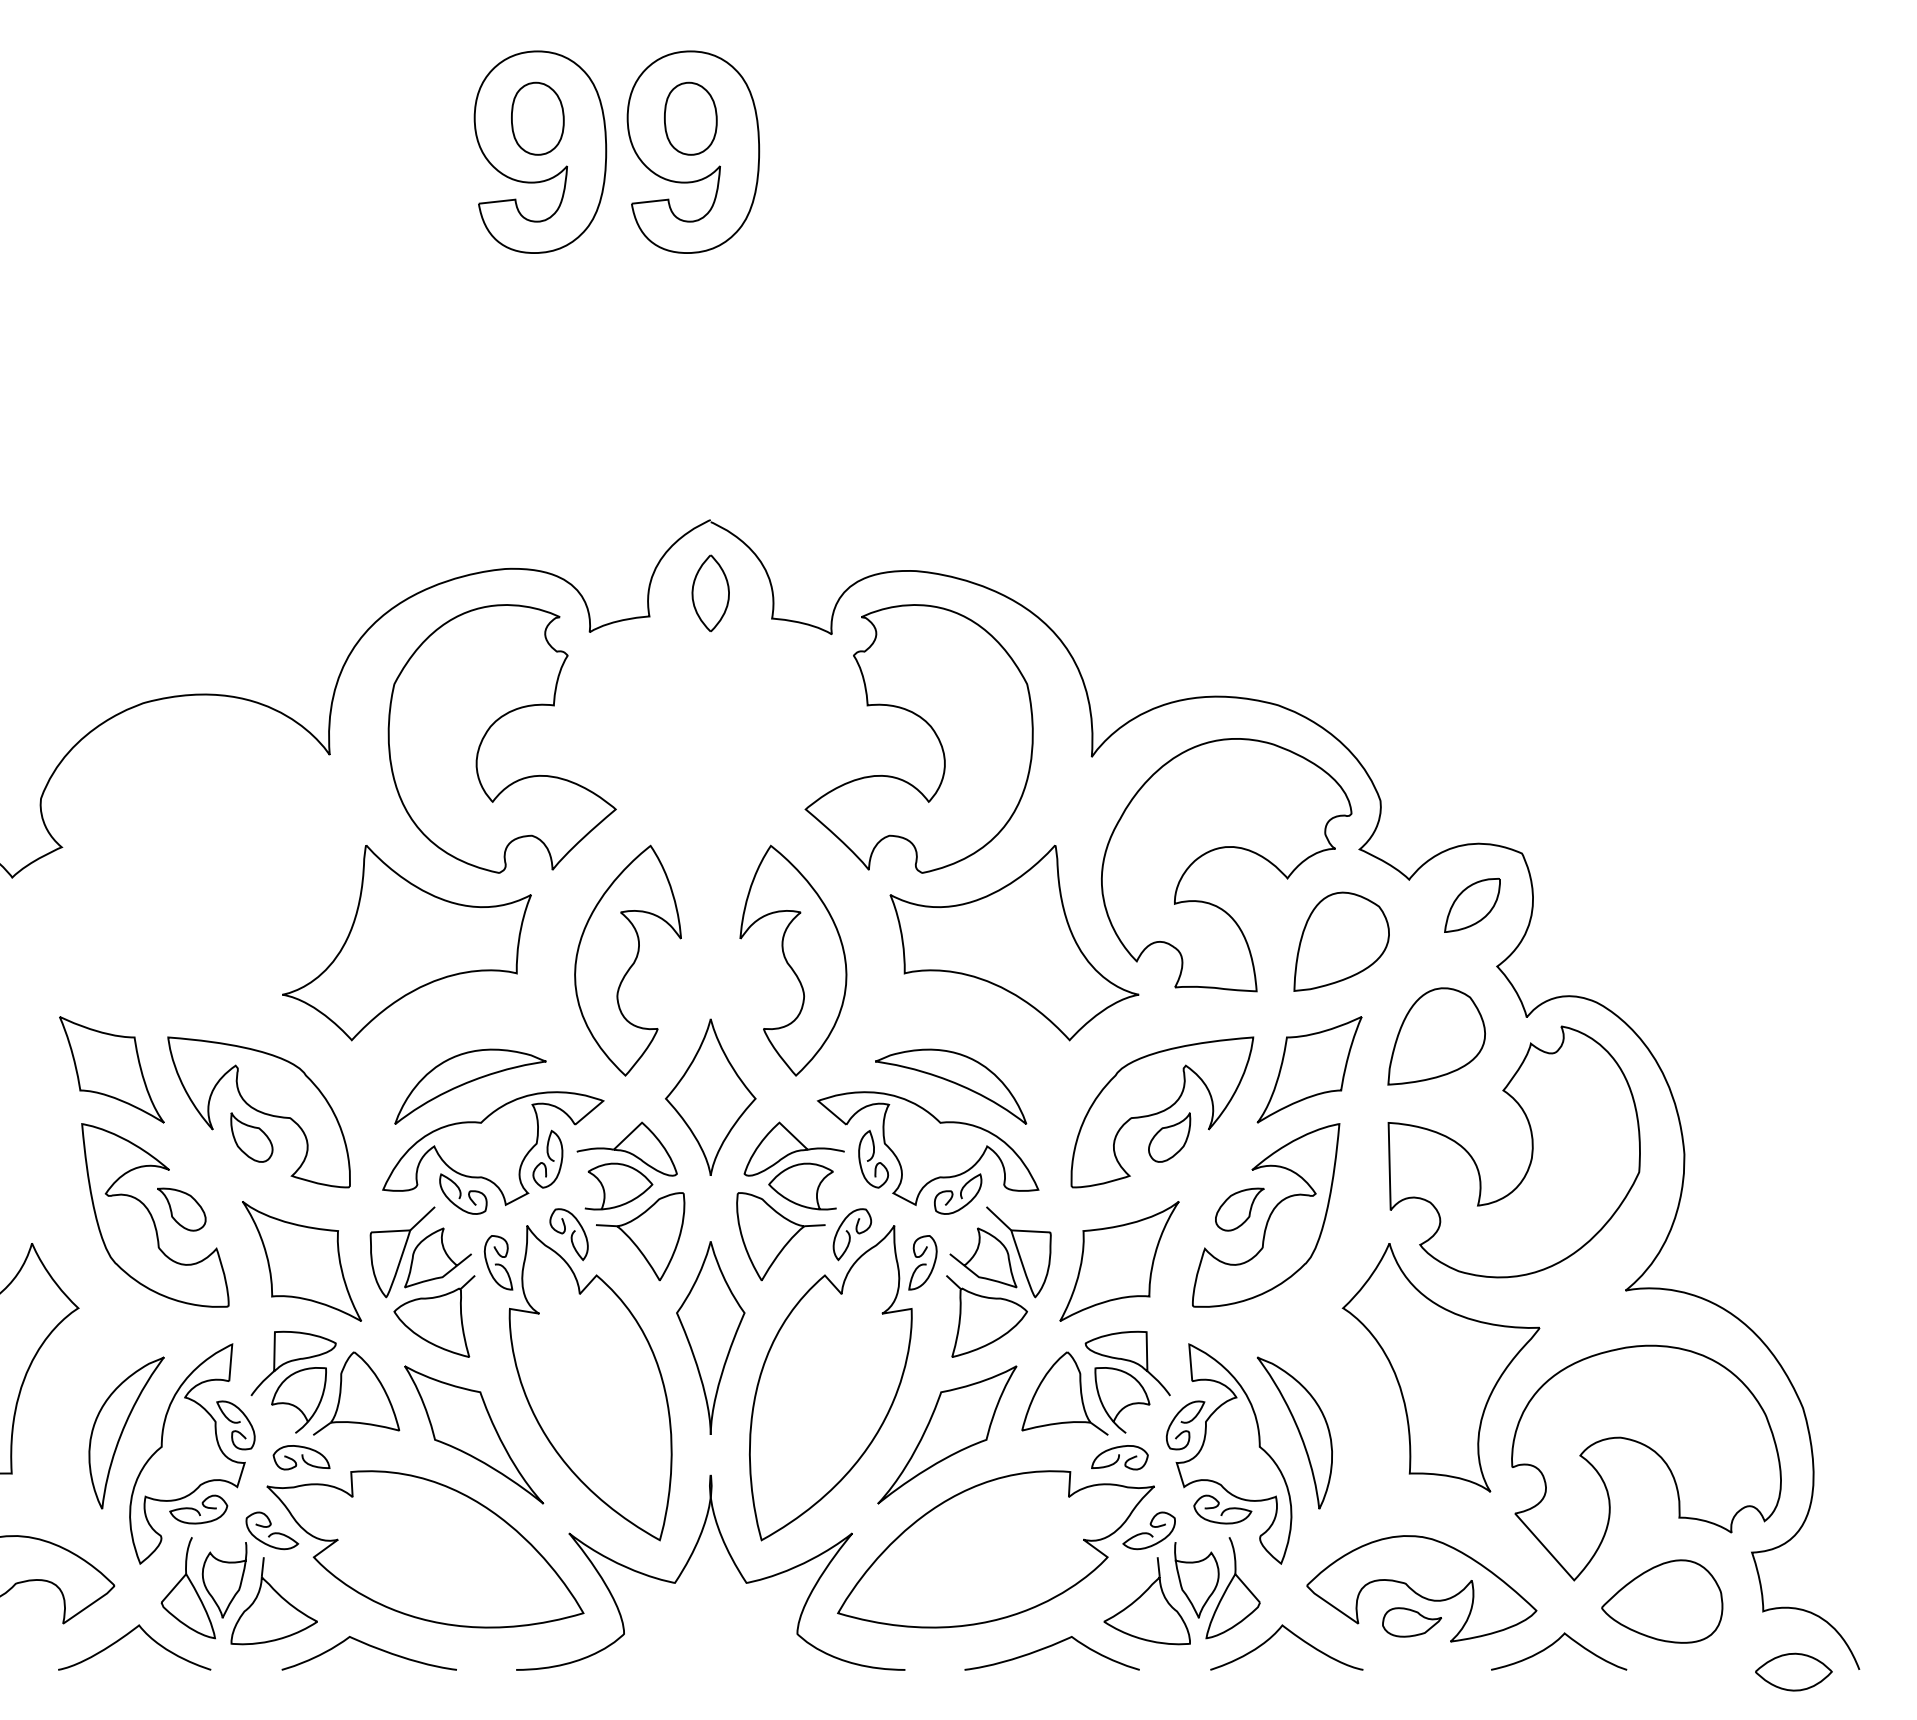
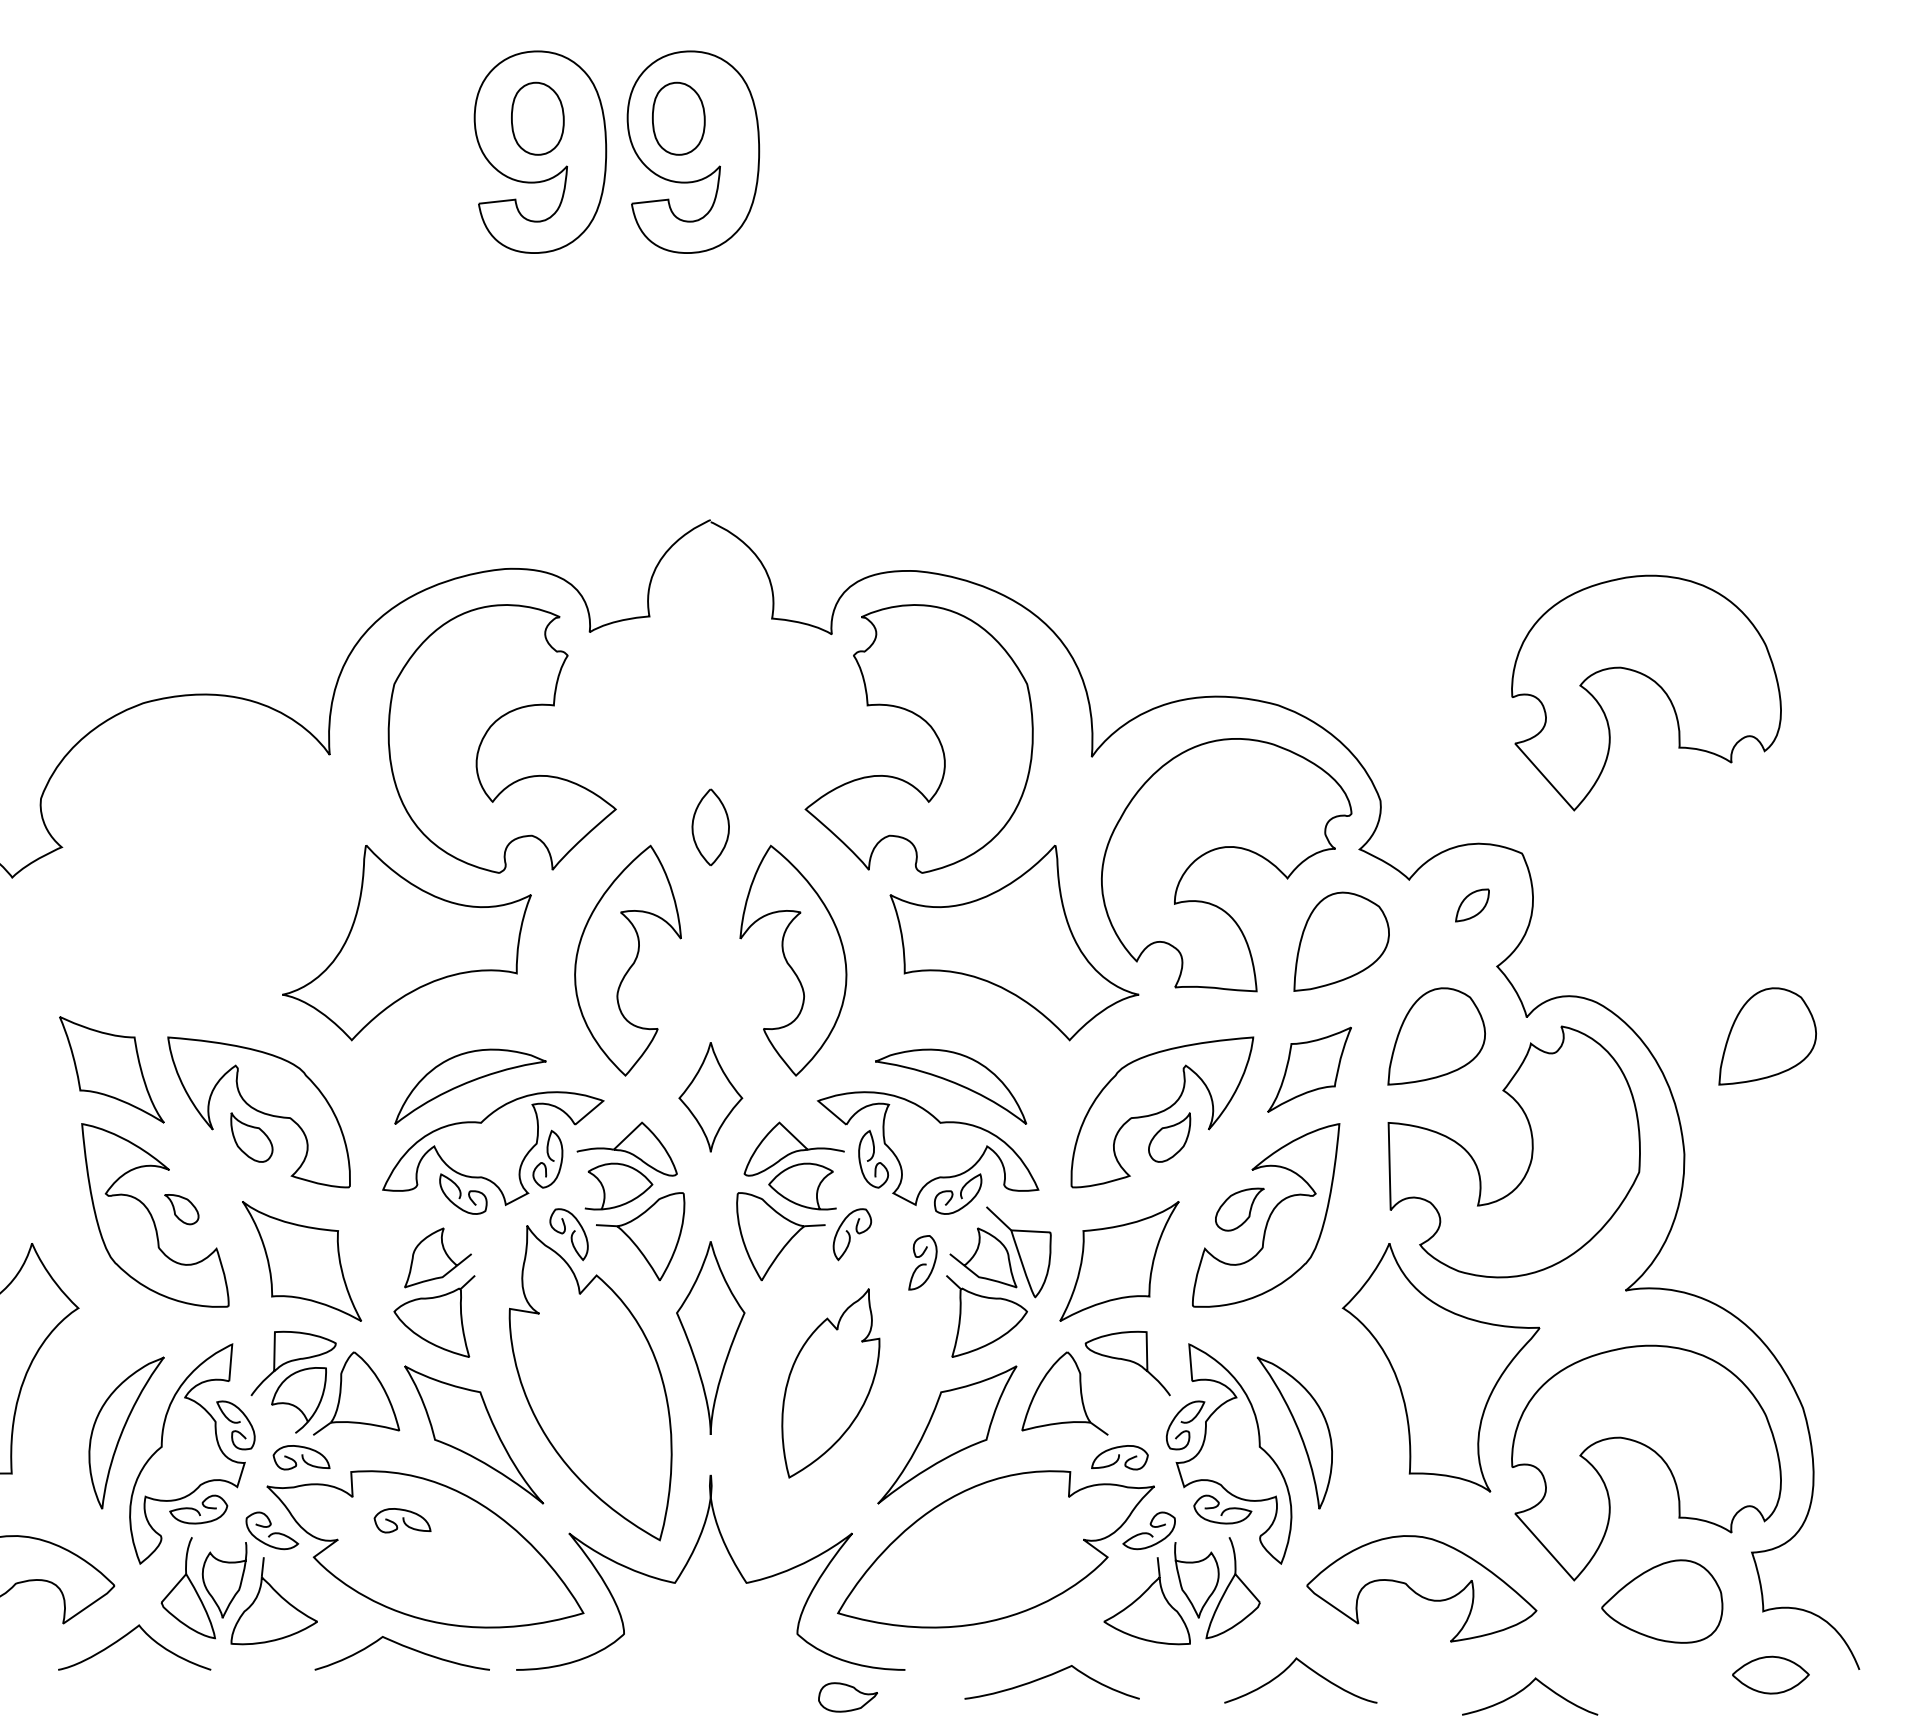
part at (690, 118) position: (690, 118) -> (678, 118)
part at (710, 593) position: (710, 593) -> (710, 827)
part at (1652, 681): none -> present
part at (1472, 905) size: 57x55 px -> 35x35 px
part at (1767, 1036): none -> present
part at (1309, 1069) size: 107x108 px -> 85x87 px
part at (710, 1096) size: 92x158 px -> 66x111 px
part at (181, 1209) size: 50x45 px -> 36x32 px
part at (402, 1252): present -> none
curve at (498, 1263): present -> none
part at (830, 1383) size: 164x317 px -> 100x191 px
curve at (1125, 1405): present -> none
curve at (402, 1520): none -> present
part at (1412, 1622) position: (1412, 1622) -> (848, 1697)
curve at (1295, 1636) position: (1295, 1636) -> (1309, 1669)
curve at (1555, 1643) position: (1555, 1643) -> (1526, 1688)
curve at (371, 1647) position: (371, 1647) -> (404, 1647)
curve at (1049, 1647) position: (1049, 1647) -> (1049, 1676)
part at (1793, 1671) position: (1793, 1671) -> (1770, 1674)
